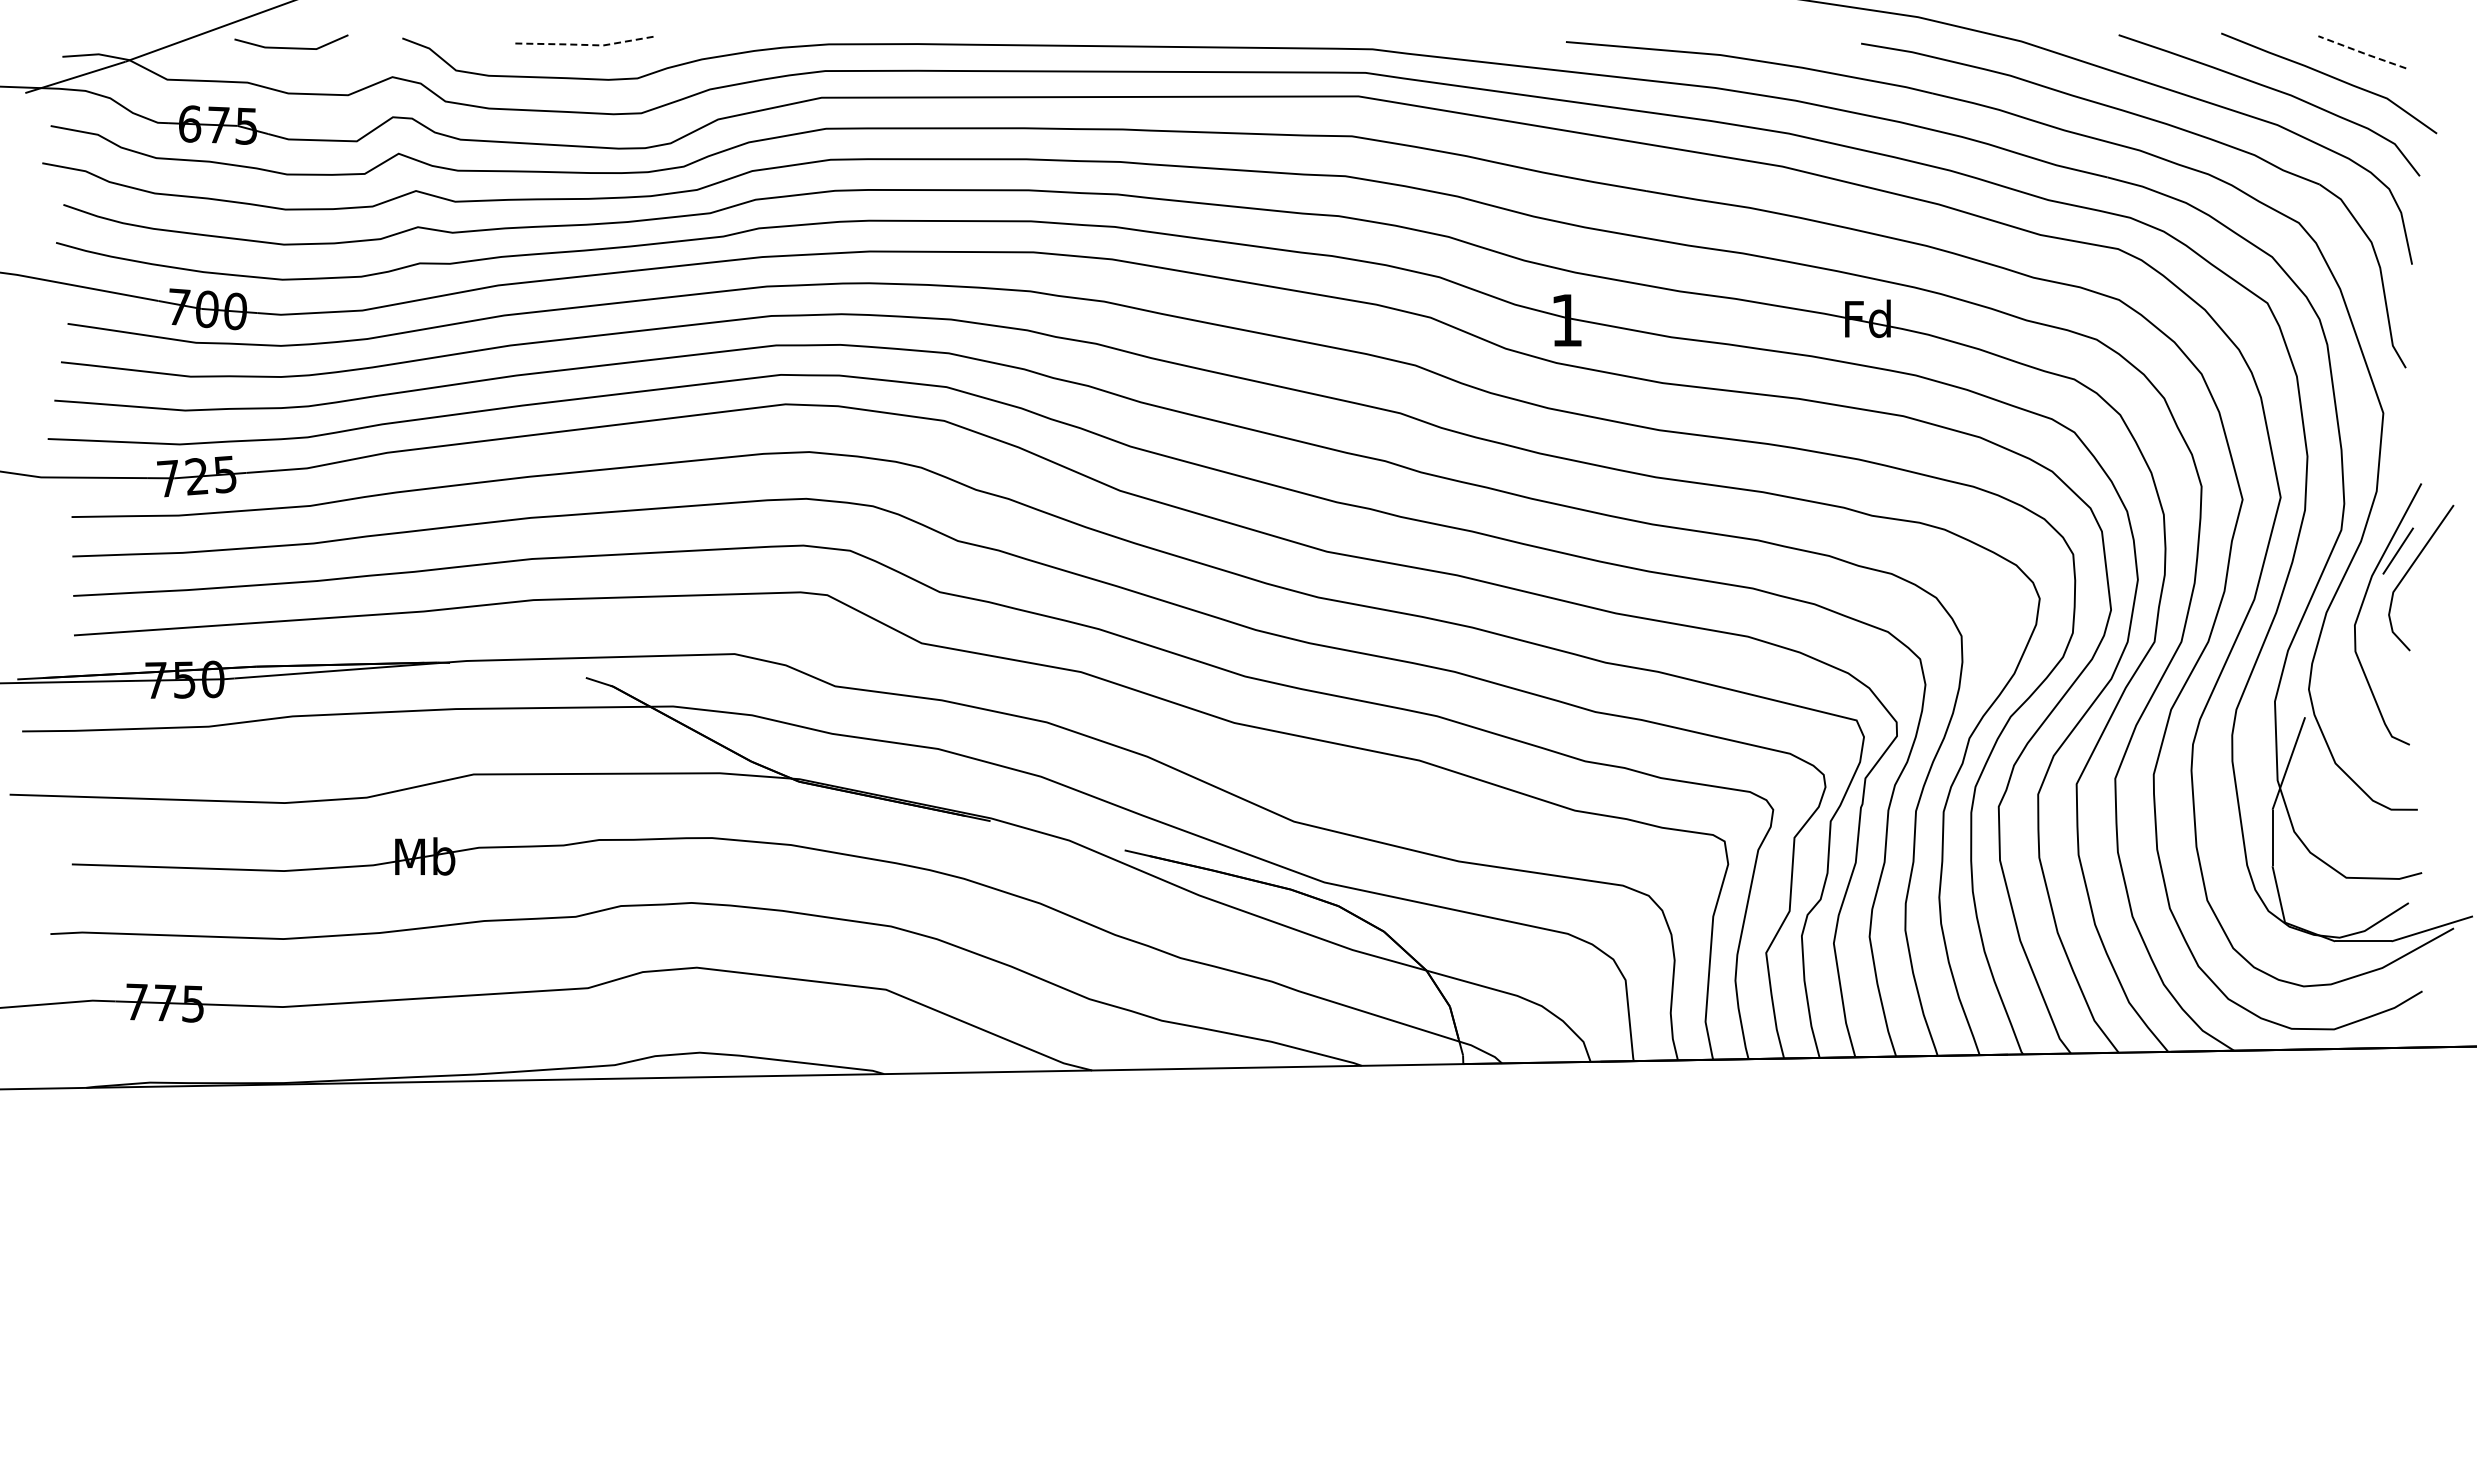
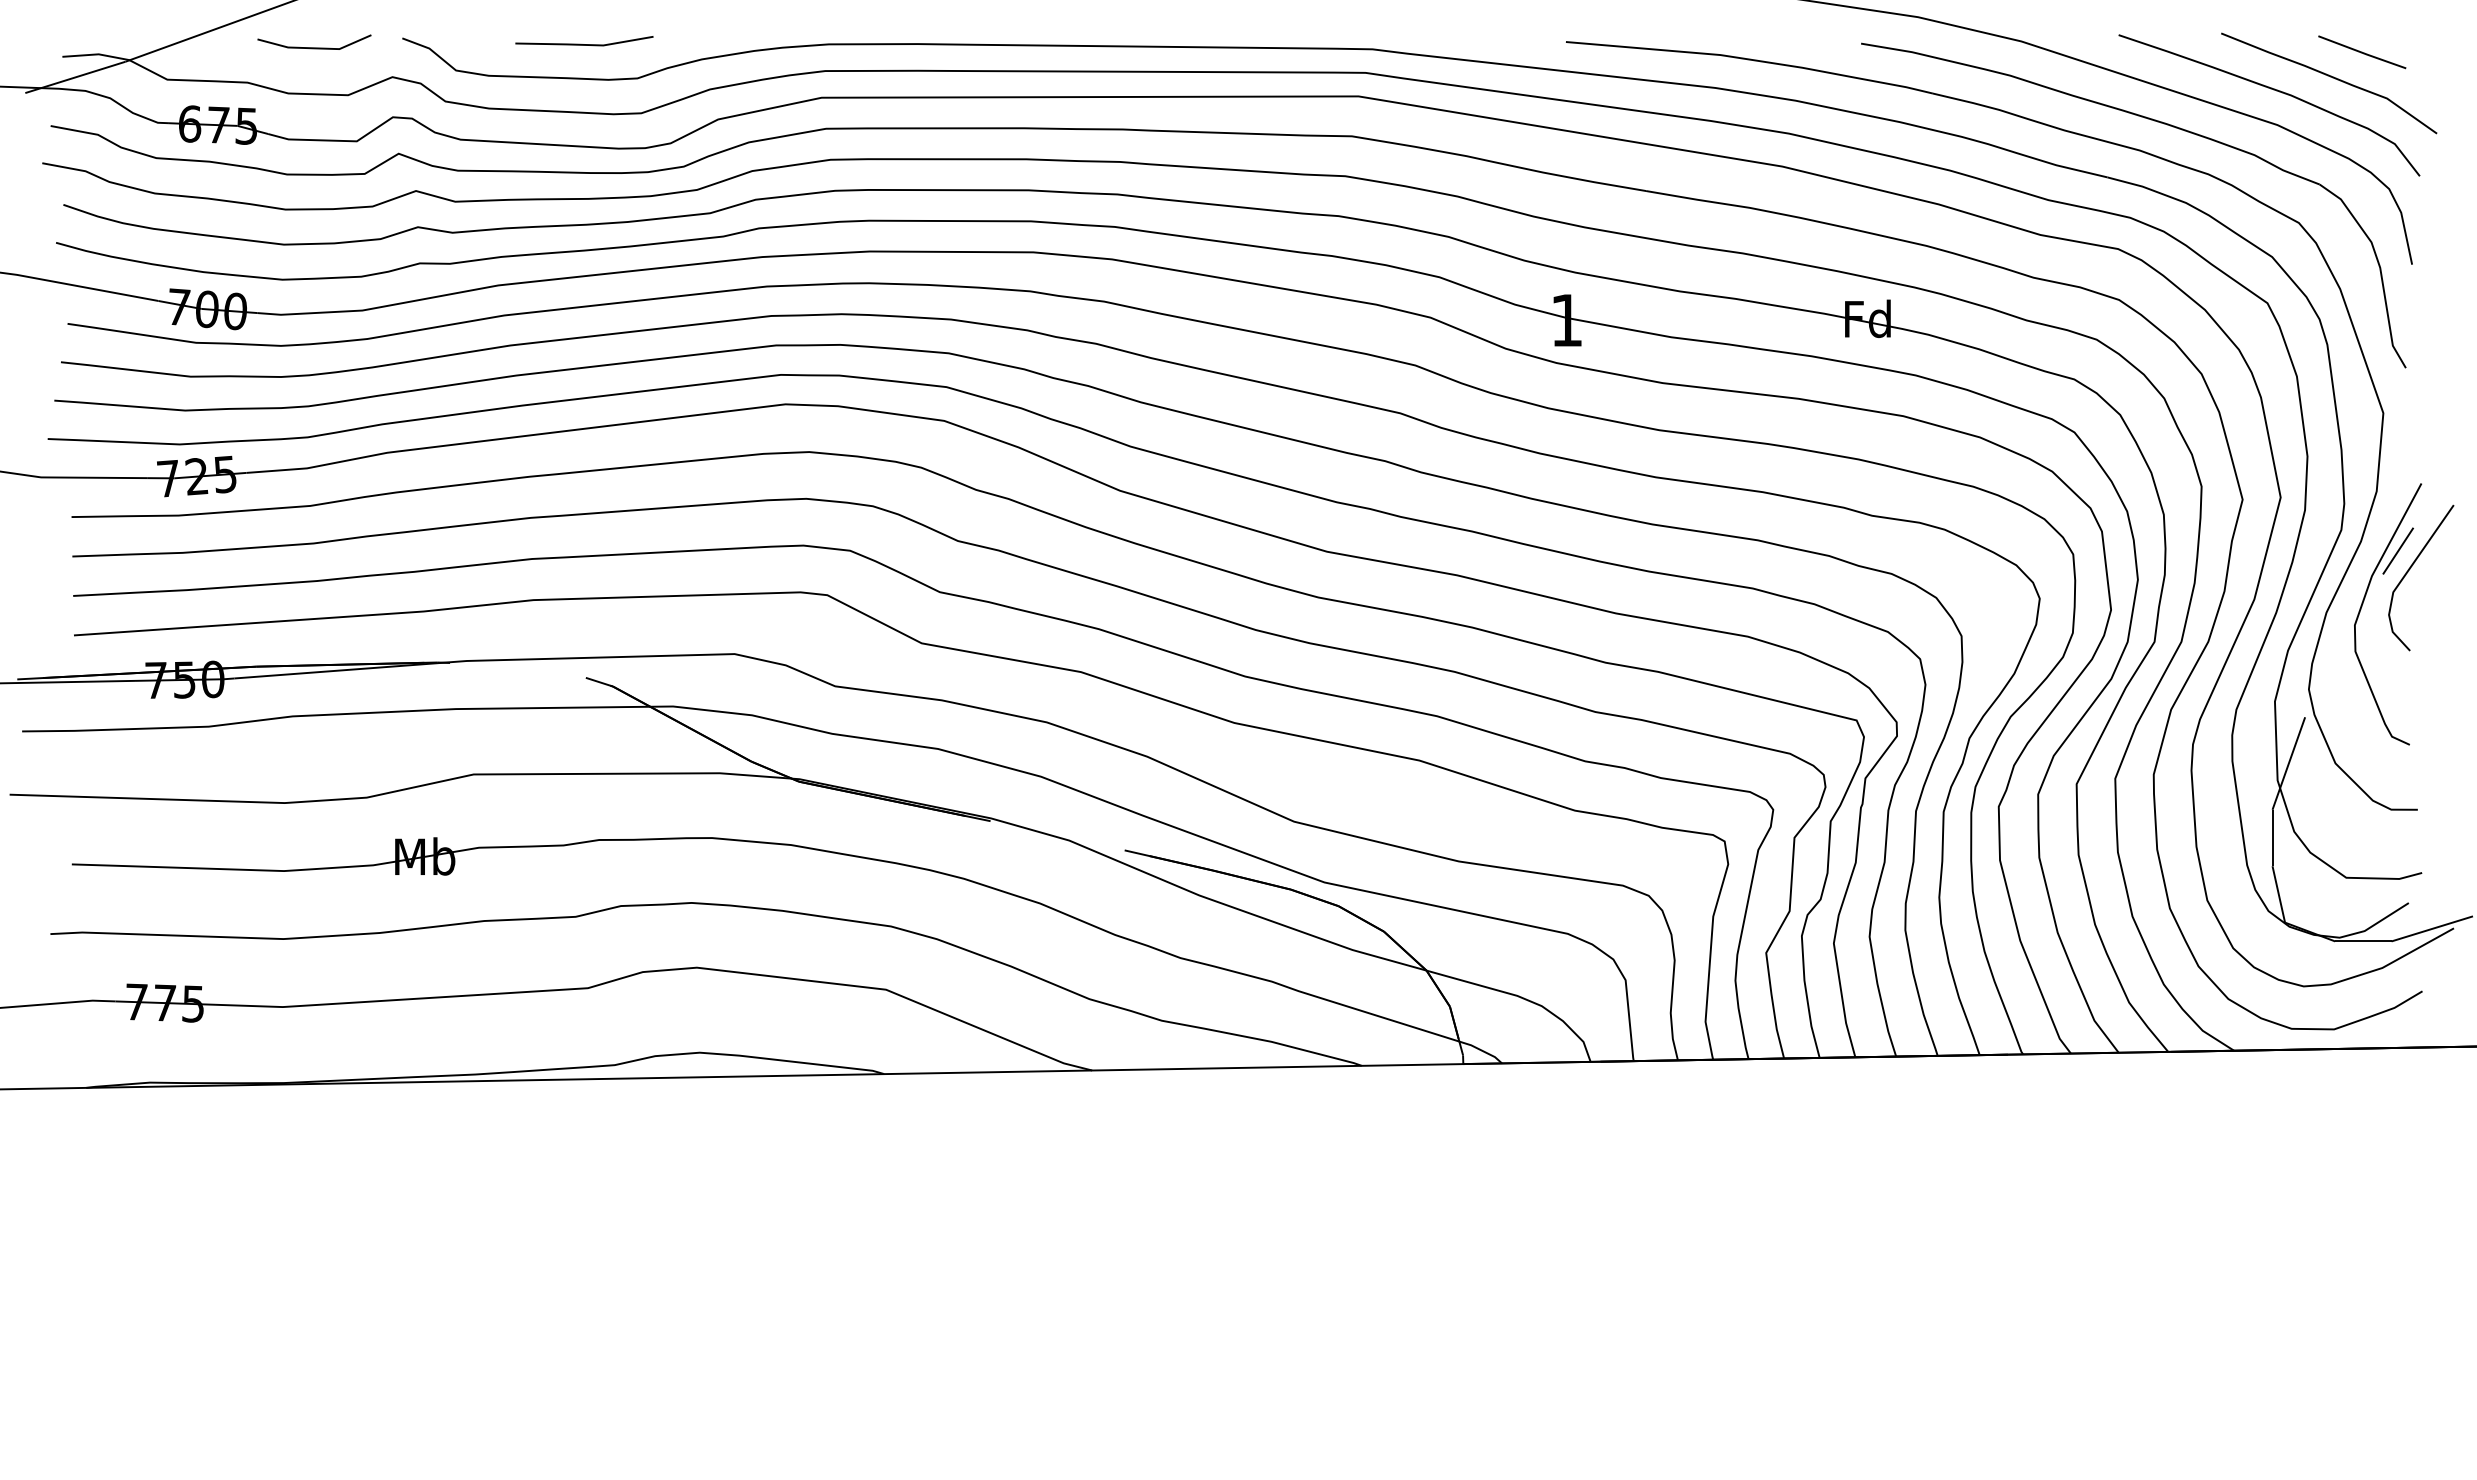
line at (584, 44): dashed -> solid
line at (291, 47) position: (291, 47) -> (314, 47)
line at (2362, 52): dashed -> solid
